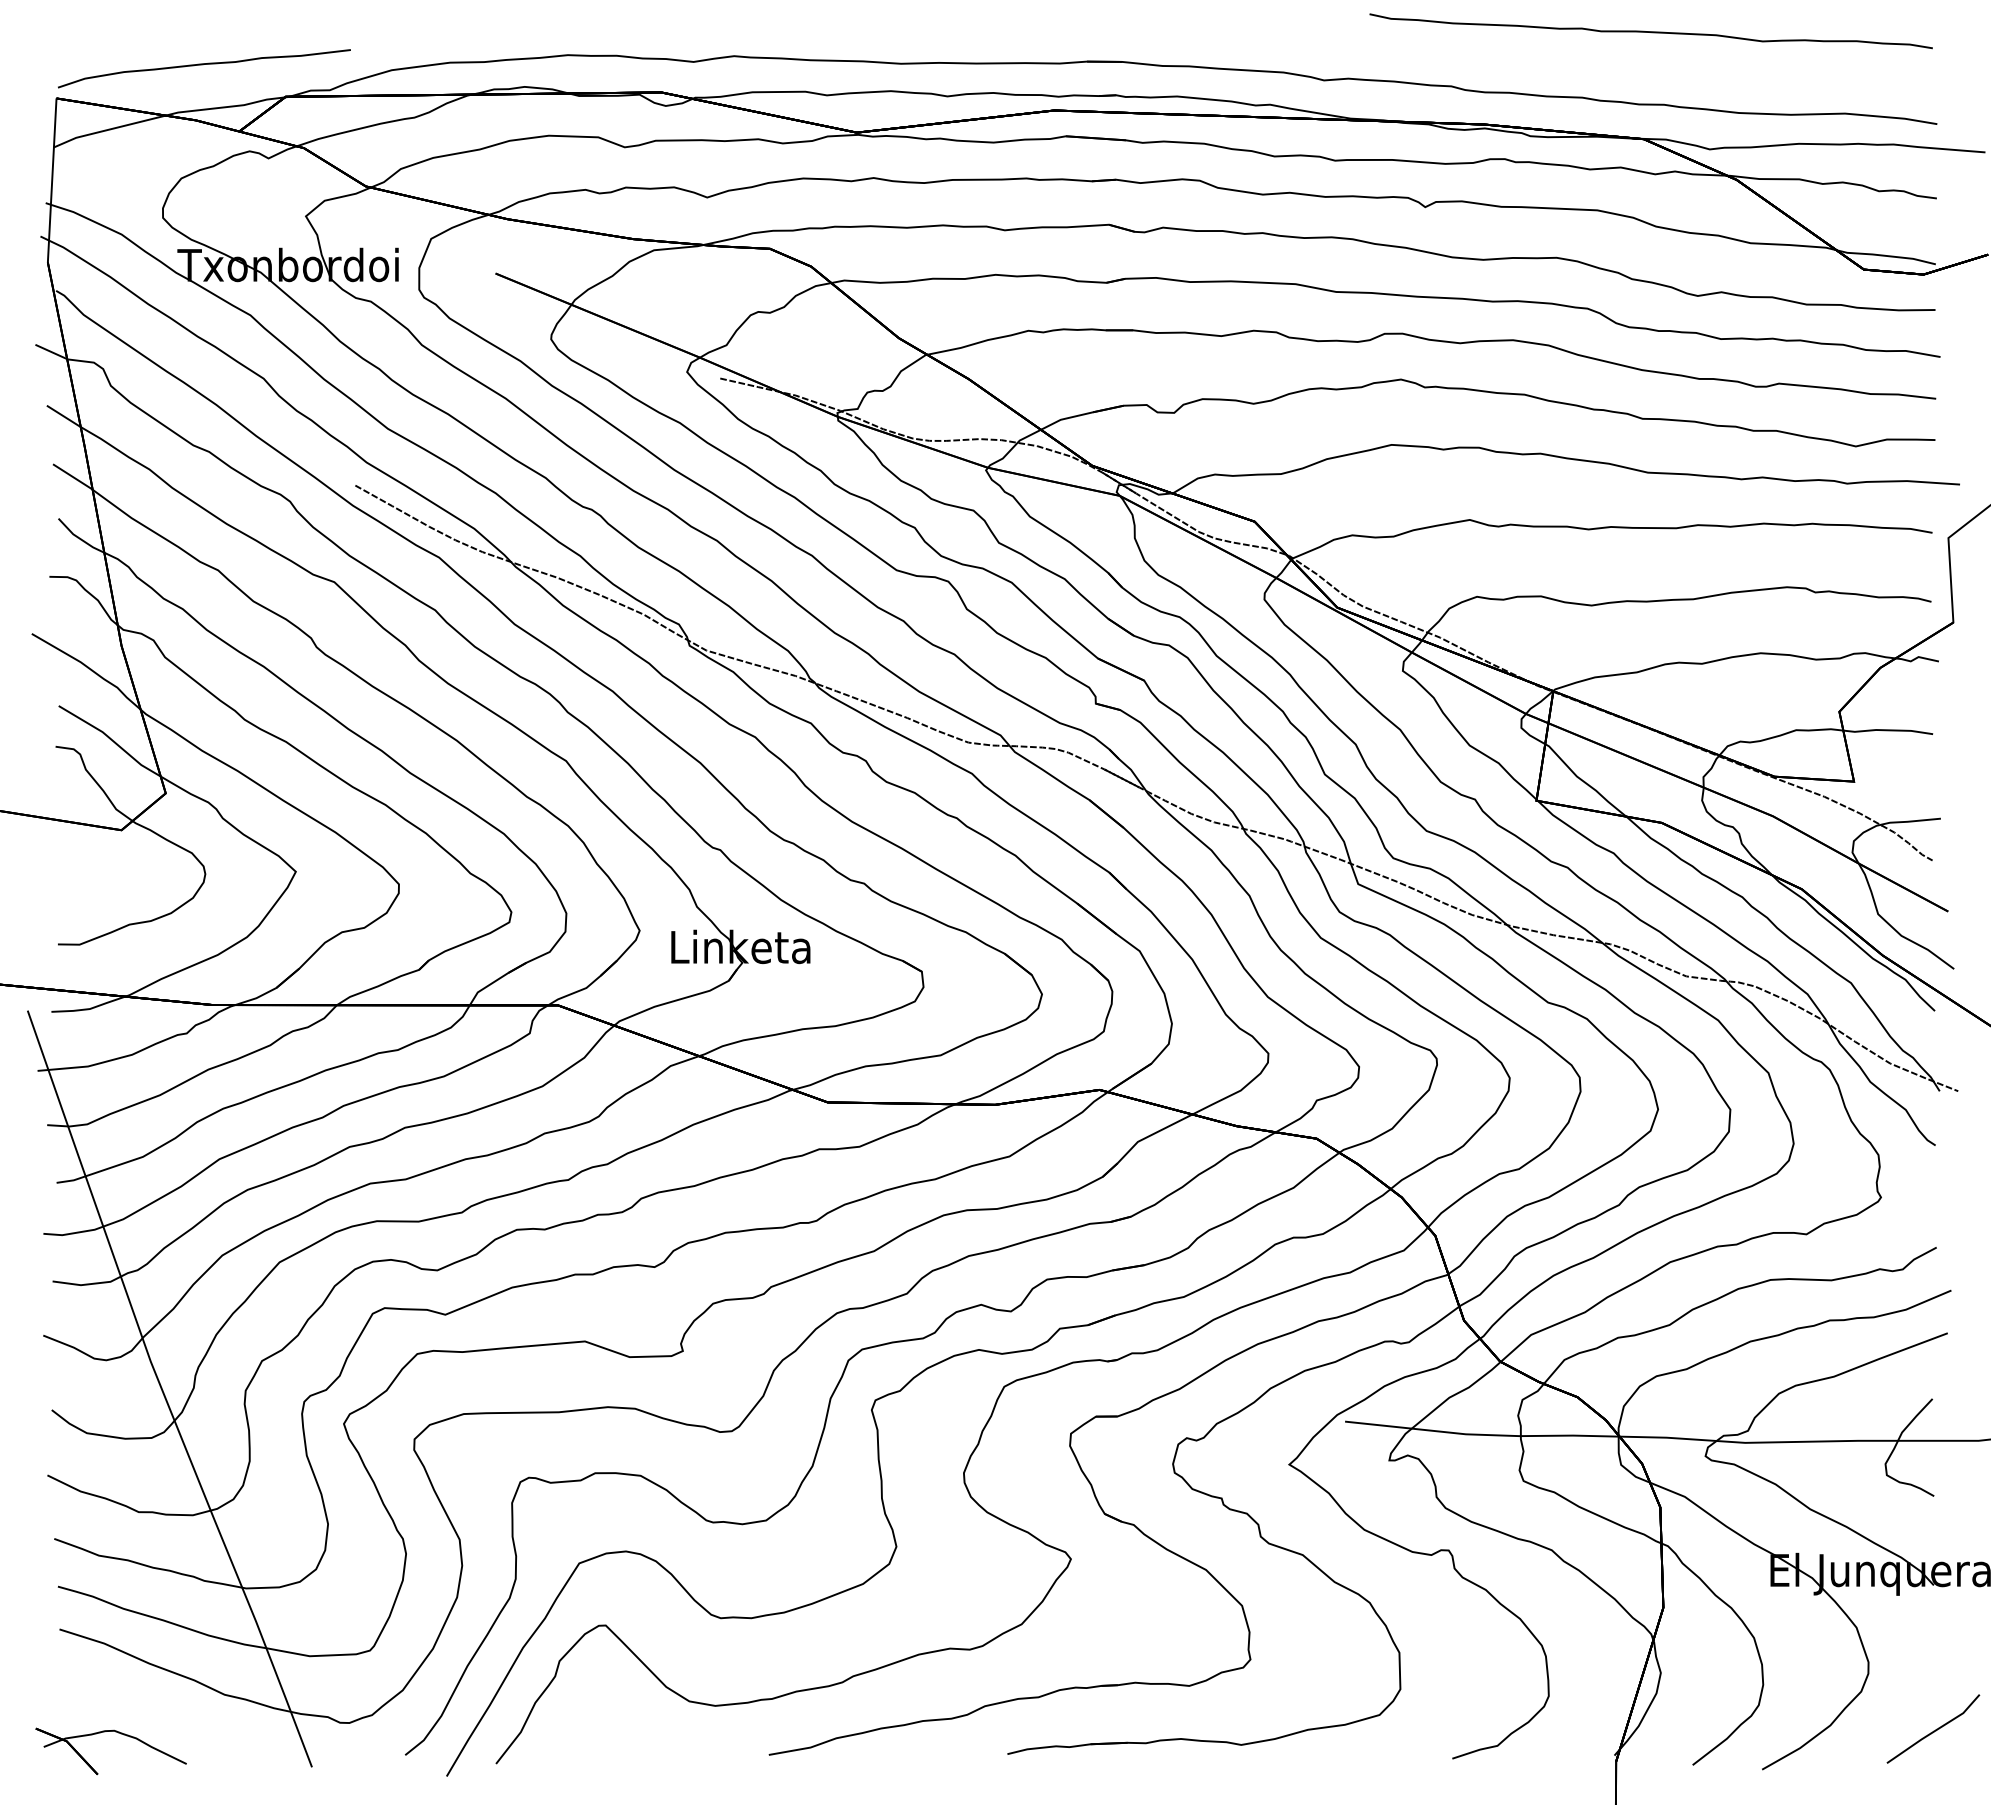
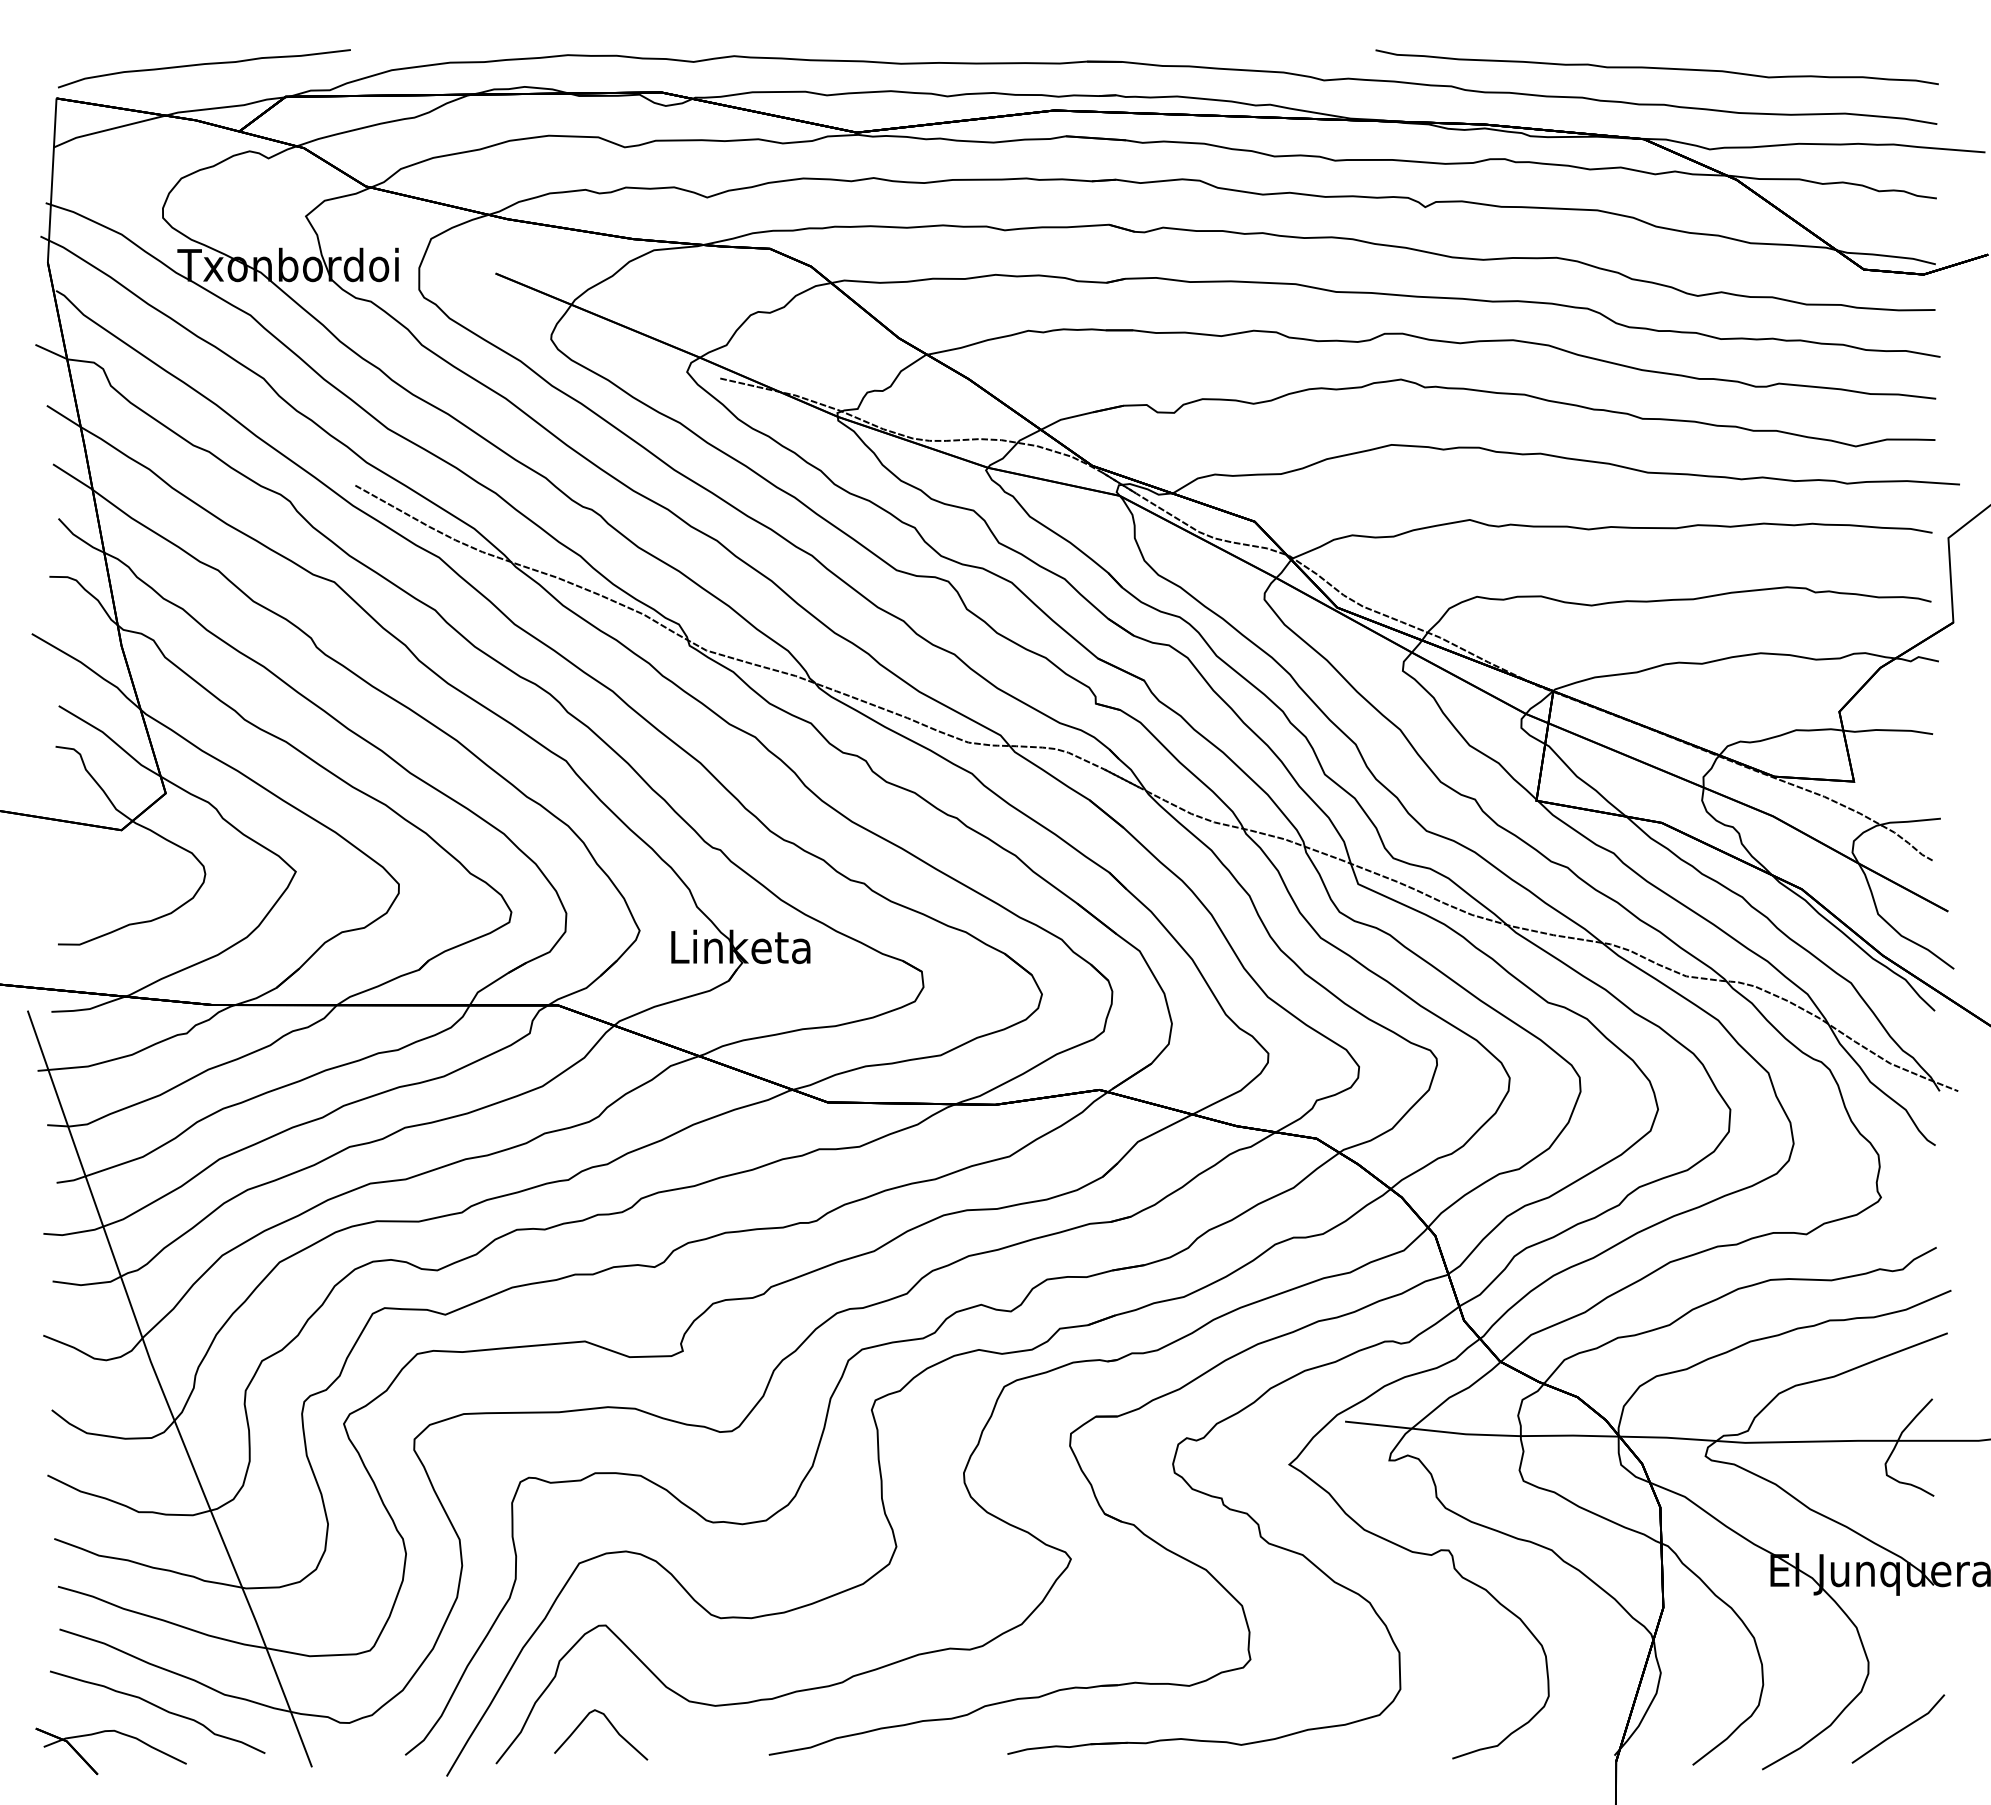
curve at (1650, 31) position: (1650, 31) -> (1656, 67)
curve at (158, 1708): none -> present
curve at (612, 1727): none -> present
line at (1933, 1730) position: (1933, 1730) -> (1898, 1730)
